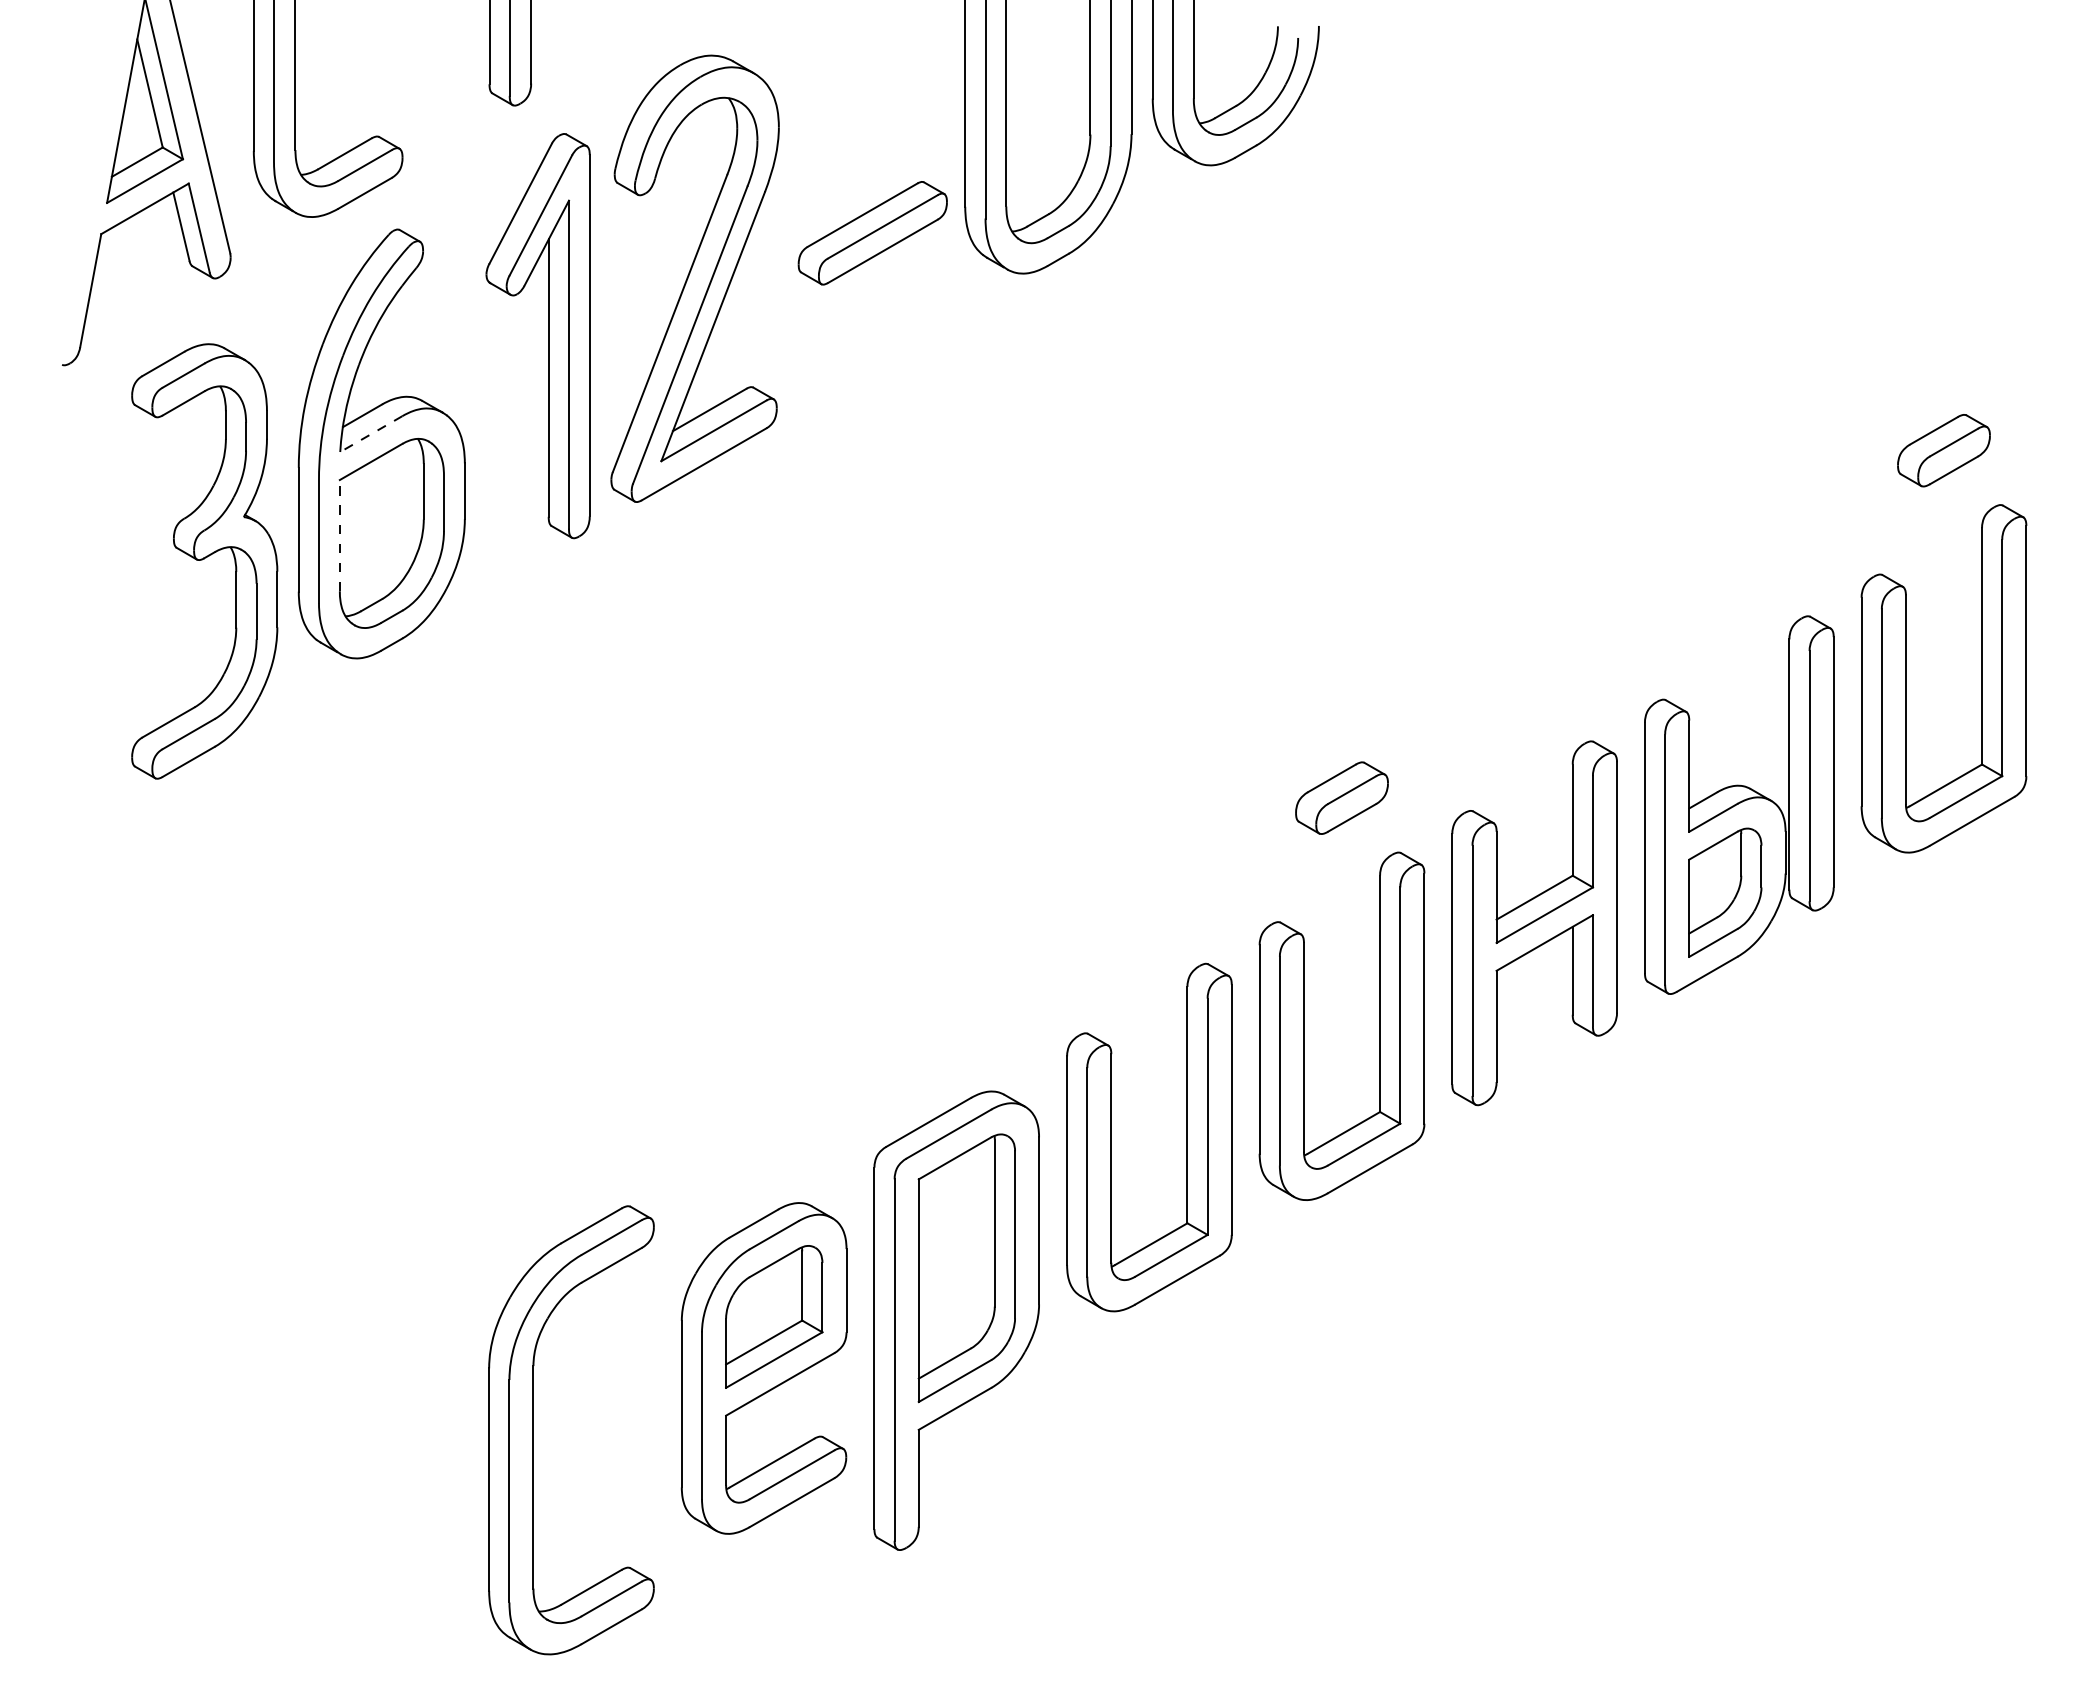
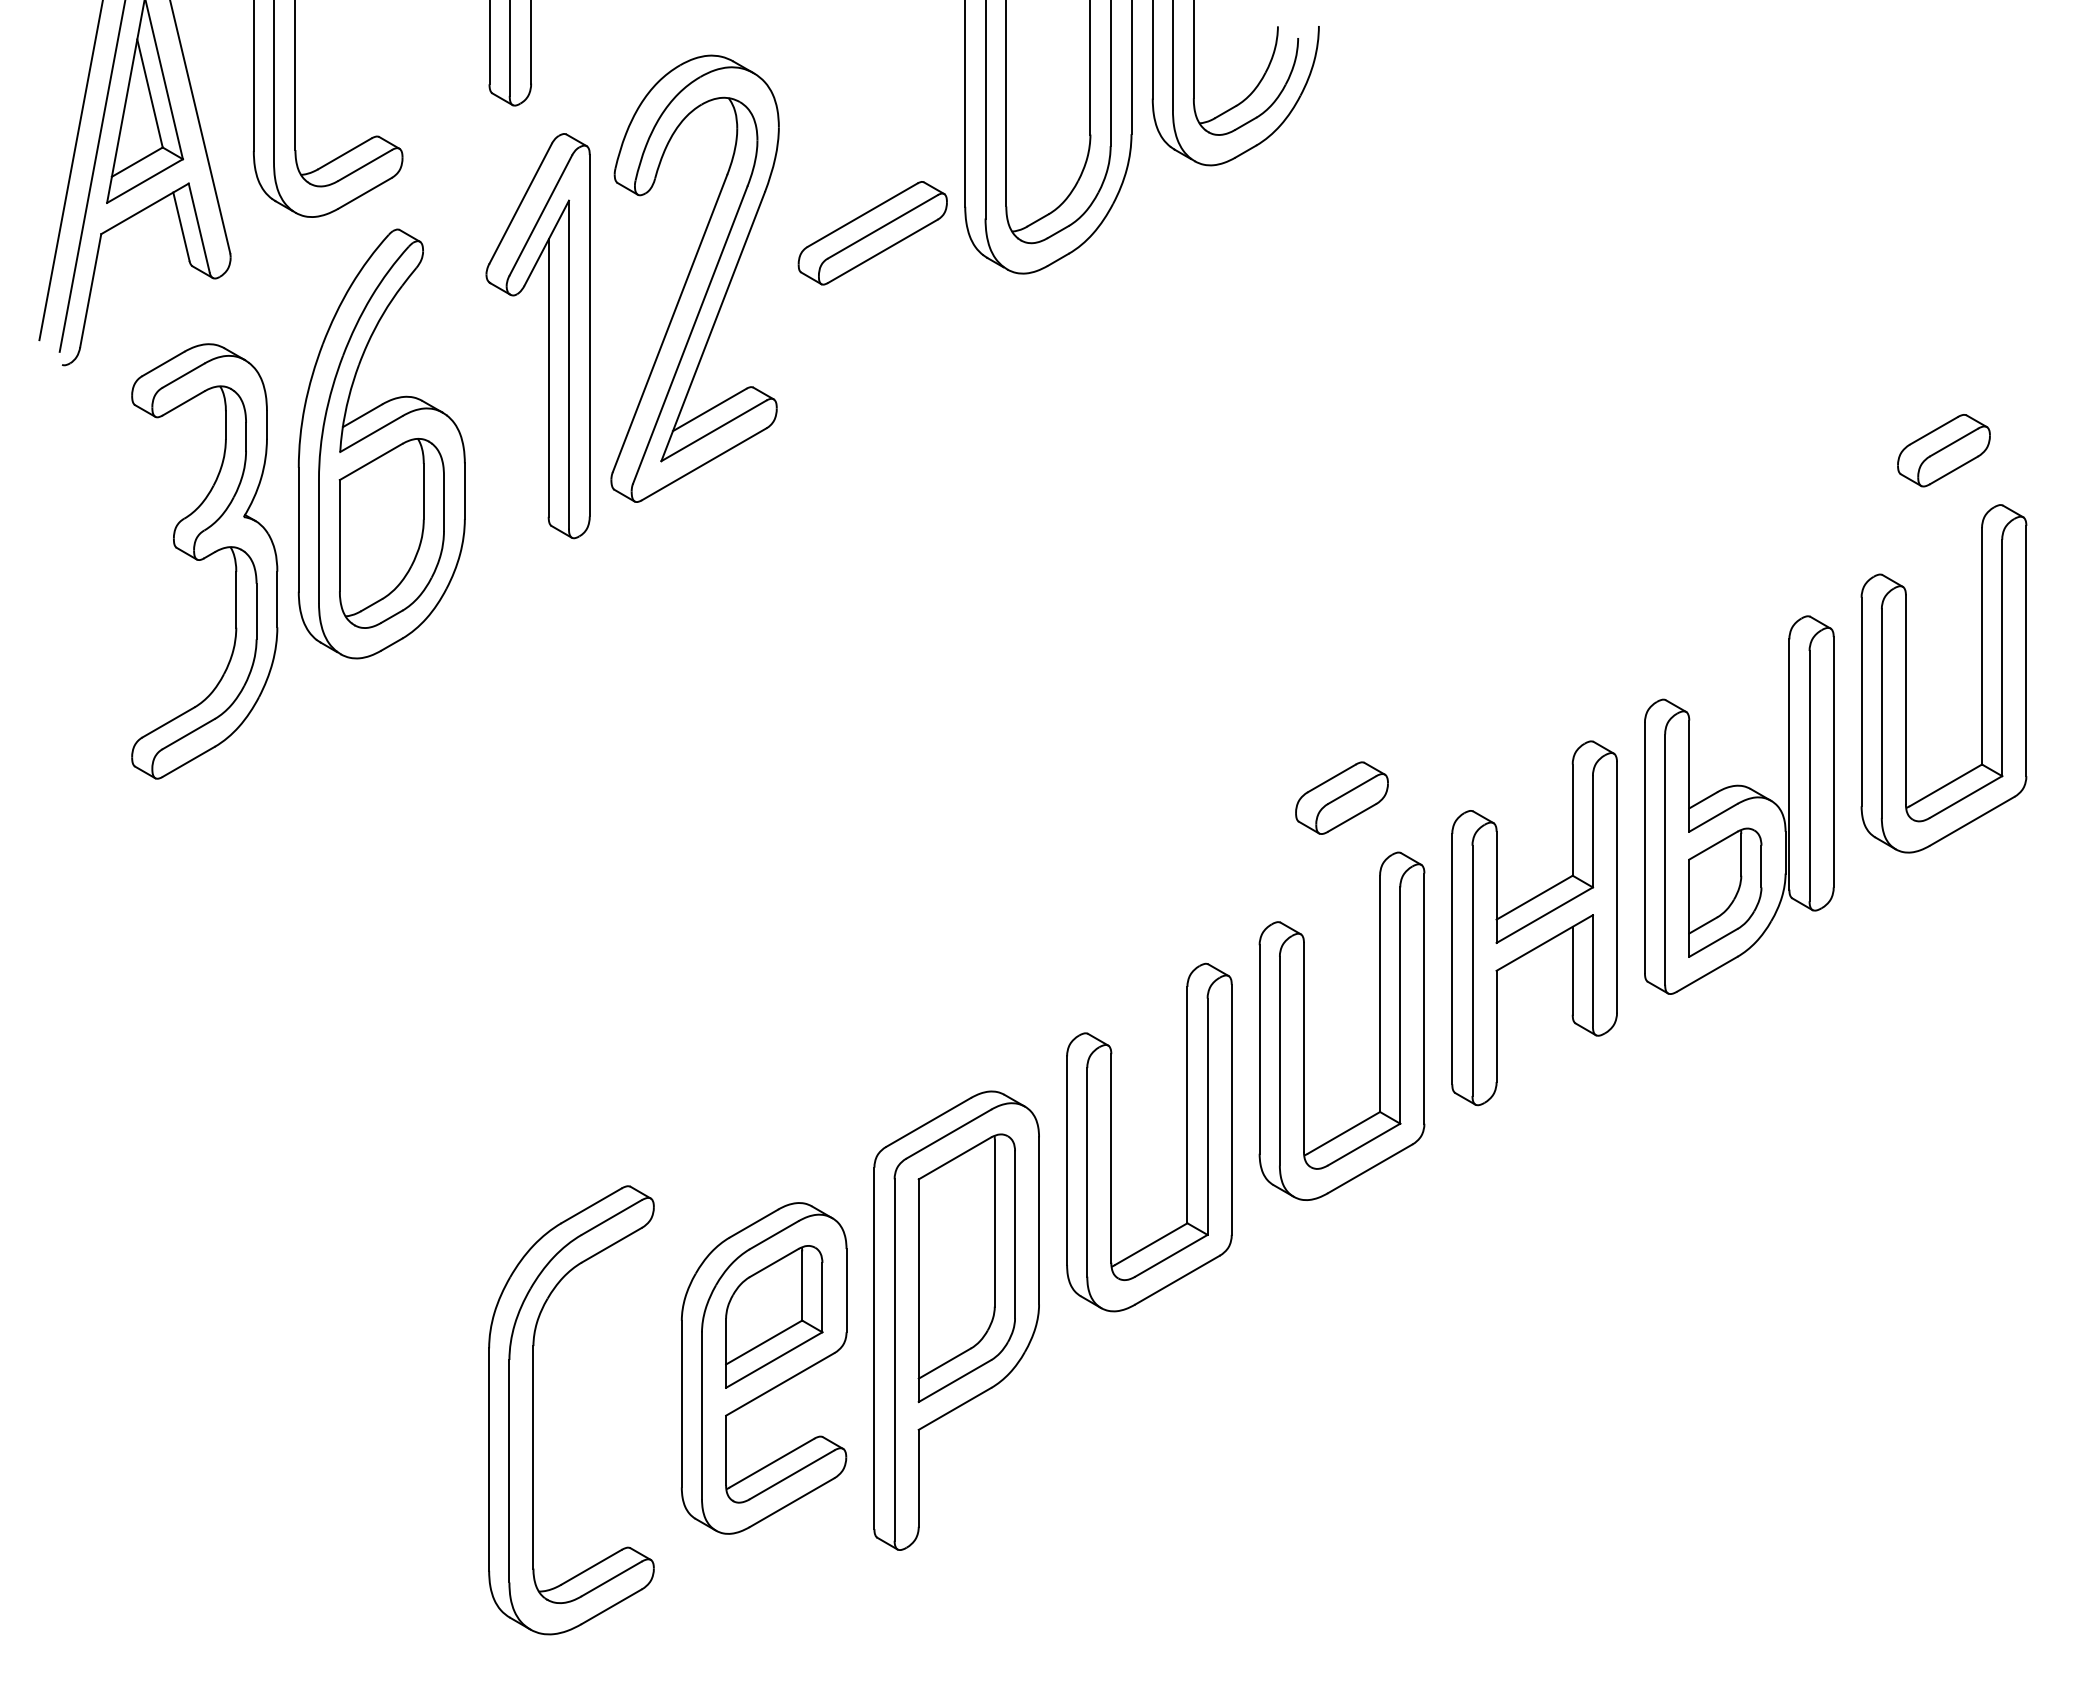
line at (70, 171): none -> present
line at (91, 176): none -> present
line at (371, 434): dashed -> solid
line at (339, 535): dashed -> solid
part at (533, 1430) position: (533, 1430) -> (533, 1410)
